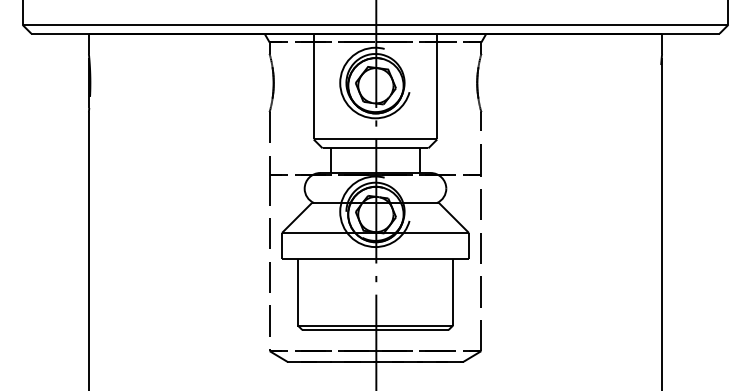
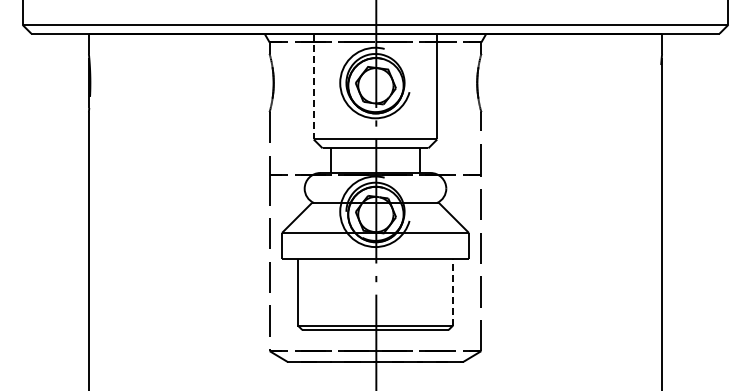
line at (313, 86): solid -> dashed
line at (453, 292): solid -> dashed
